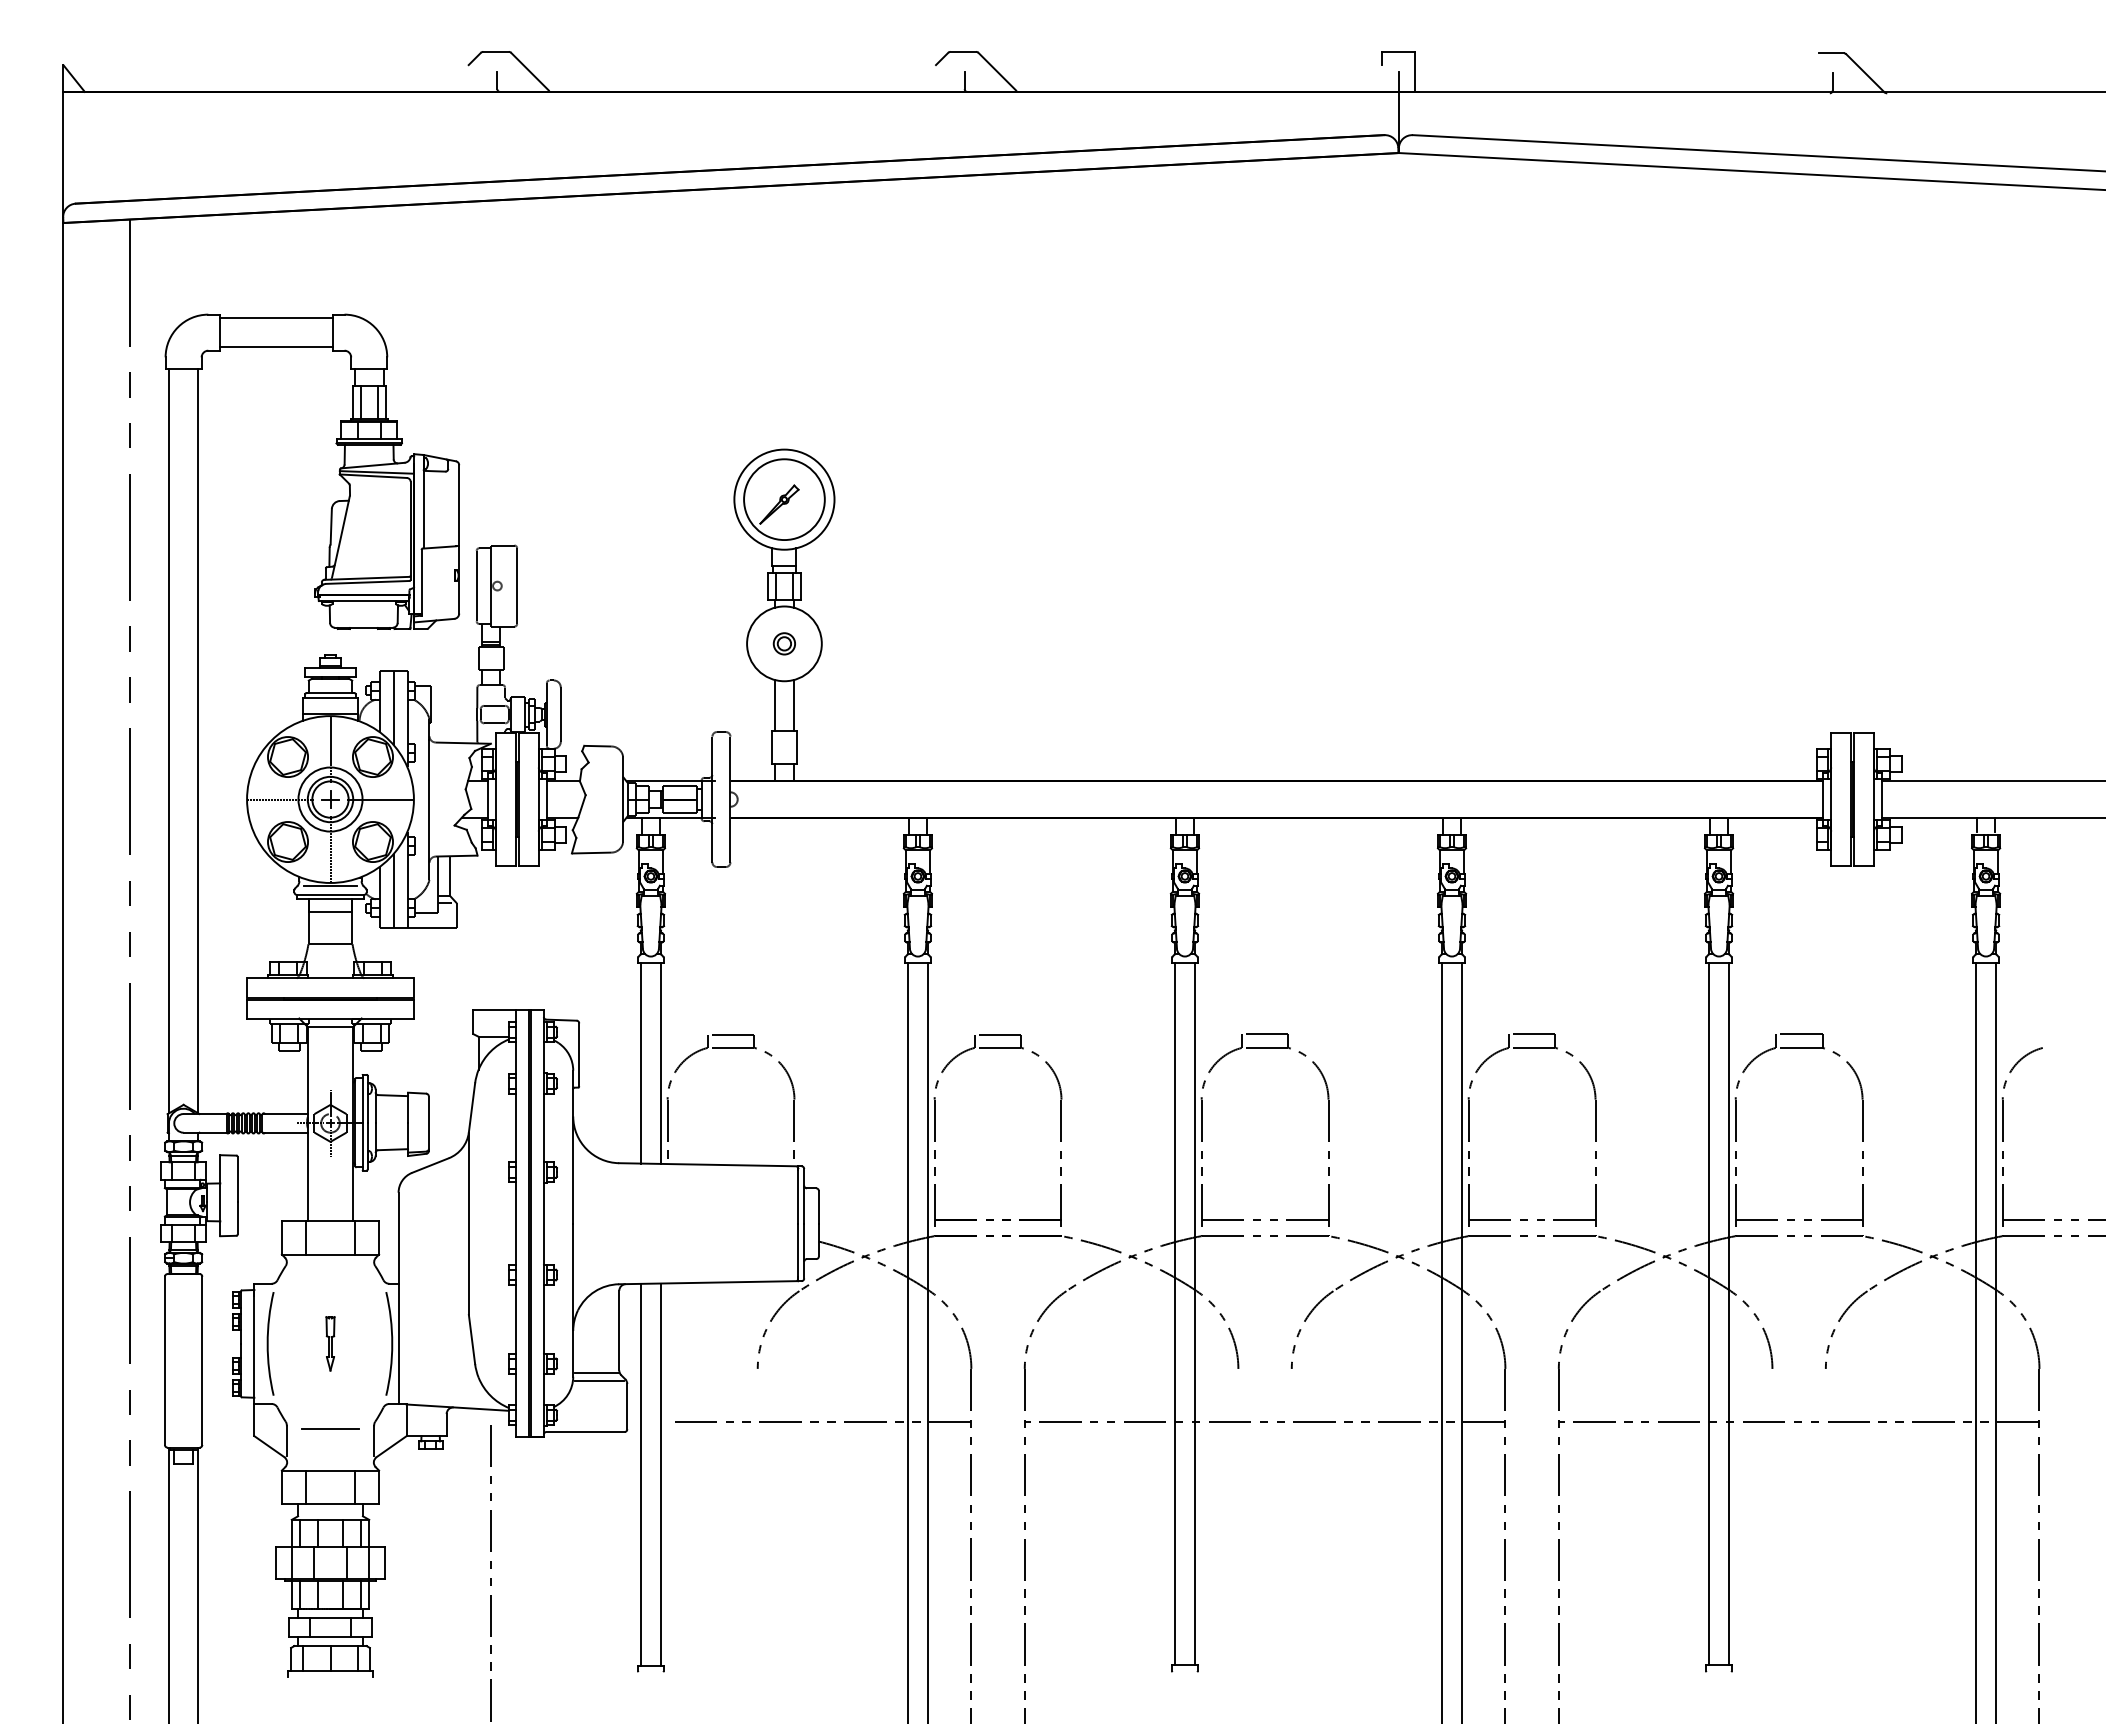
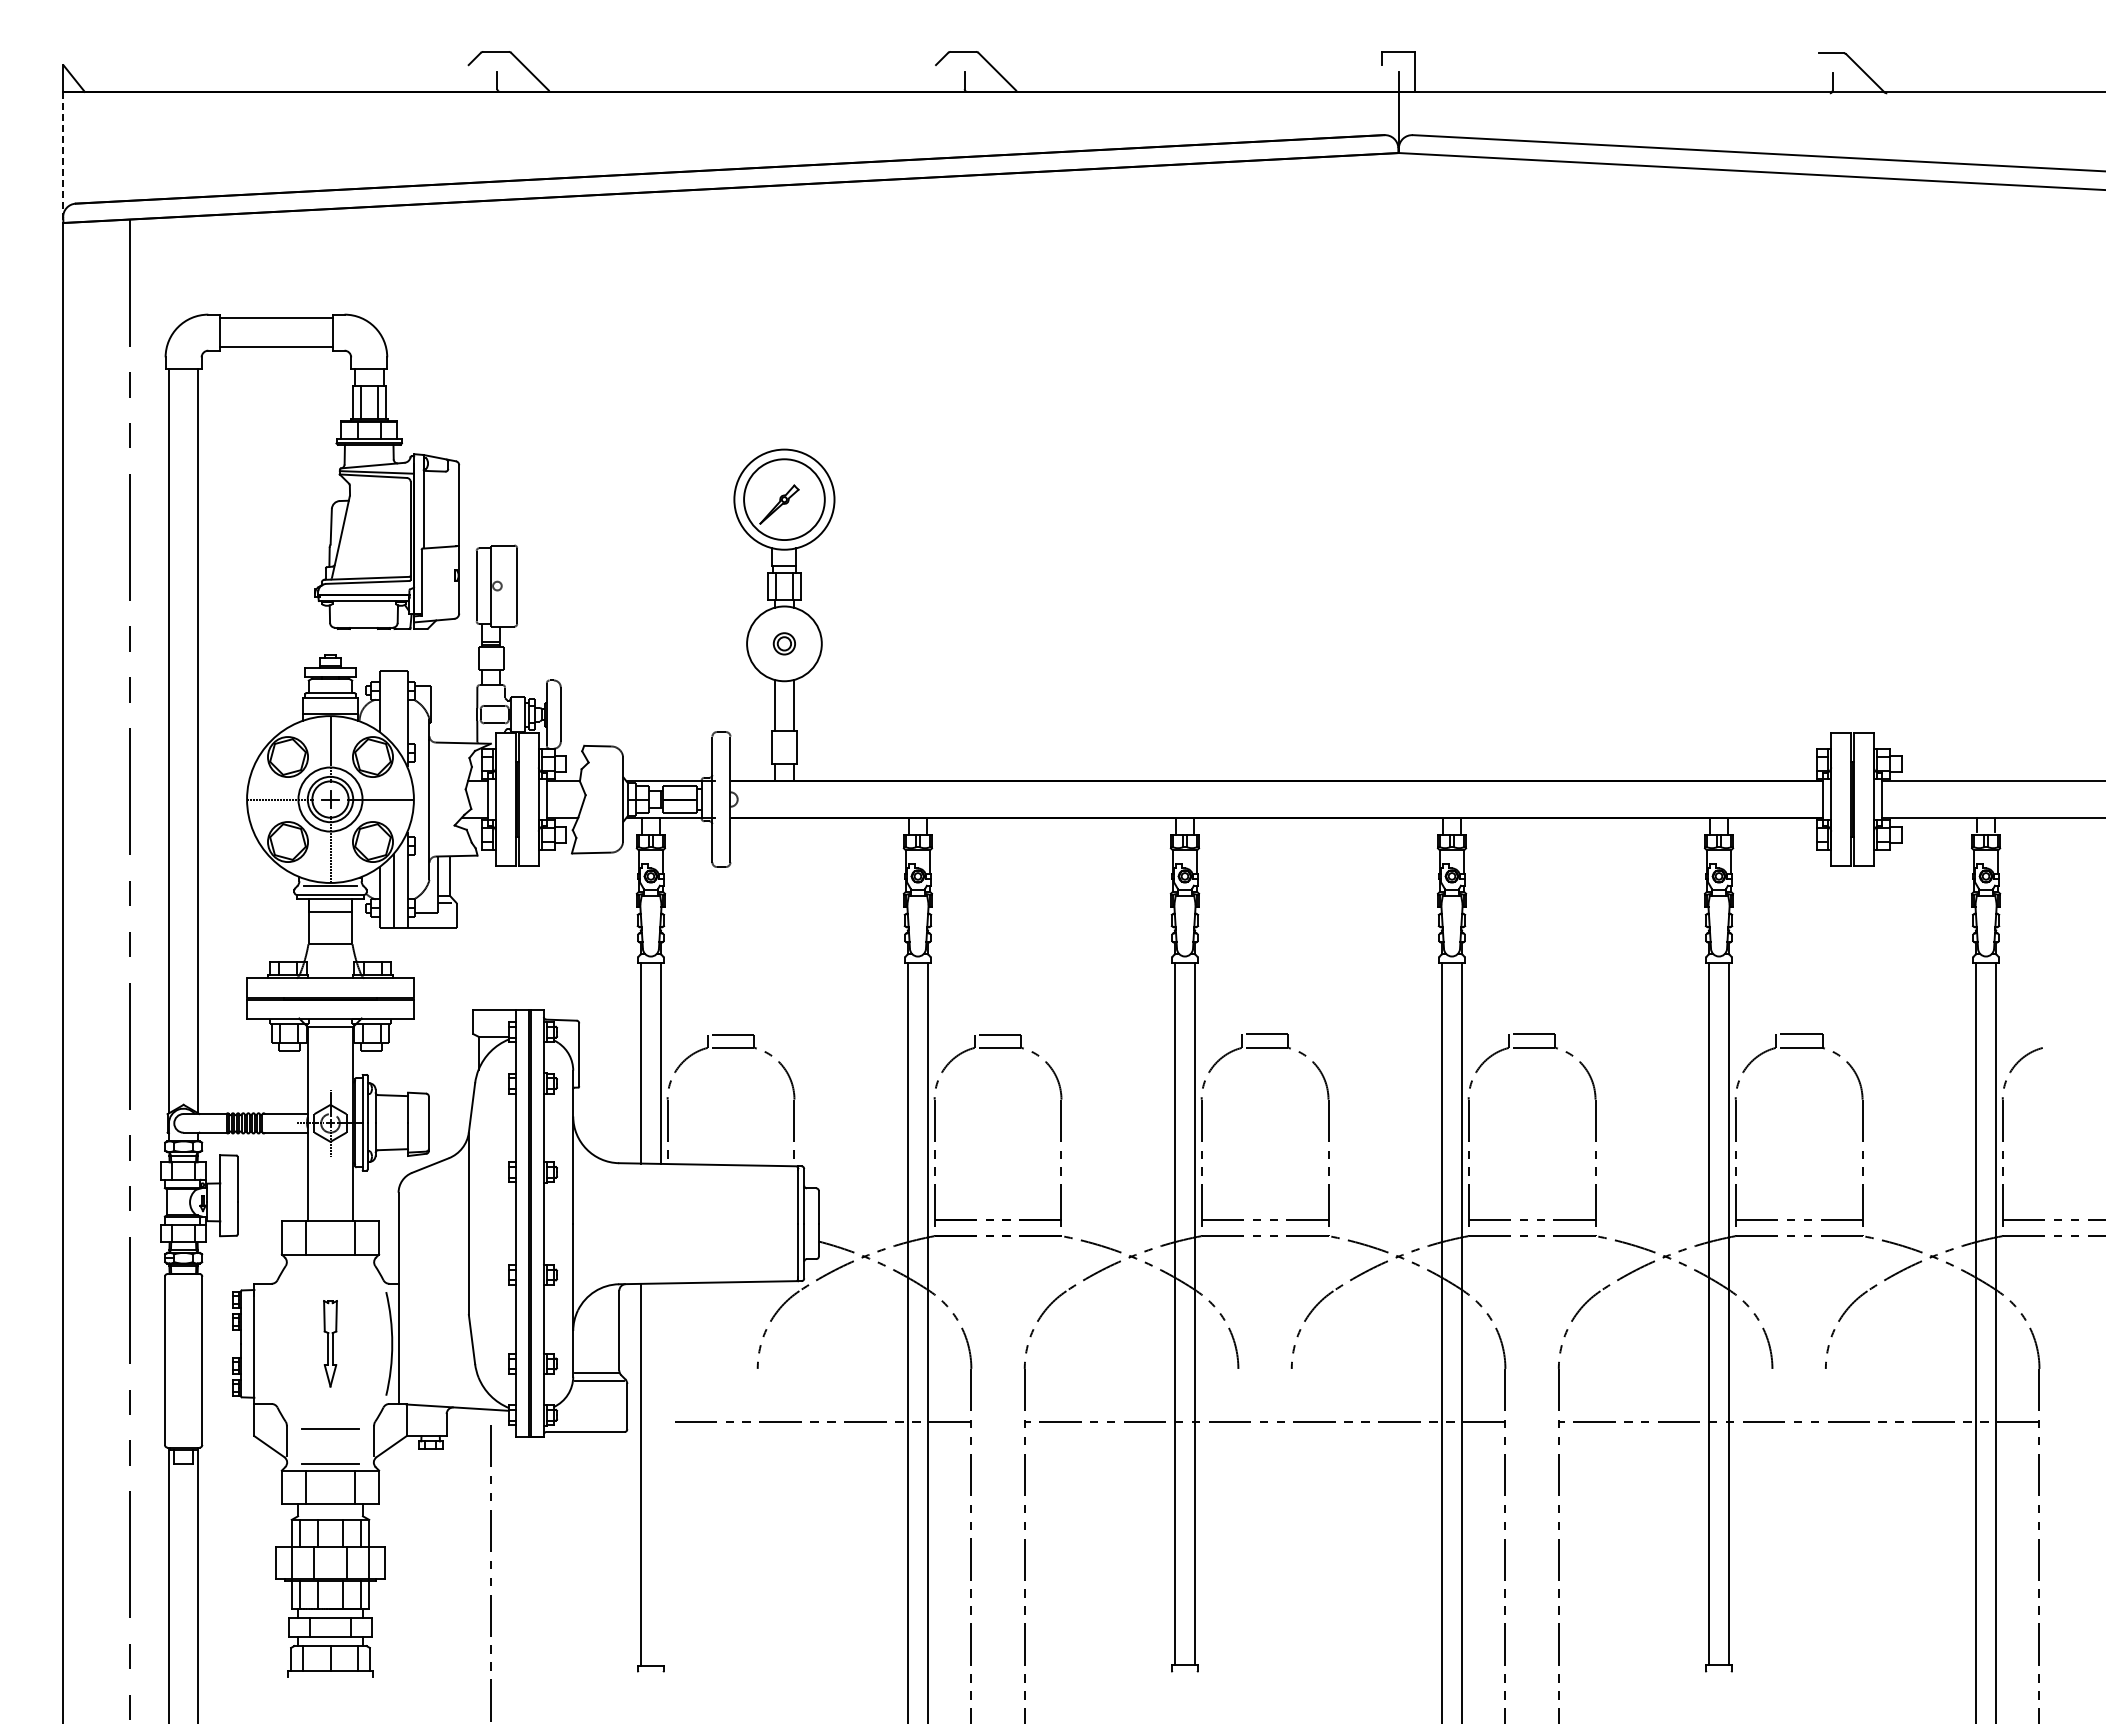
line at (63, 157): solid -> dashed
line at (394, 708): present -> none
arc at (268, 1343): present -> none
part at (330, 1343) size: 11x56 px -> 15x88 px
line at (330, 1463): none -> present
line at (661, 1474): present -> none
